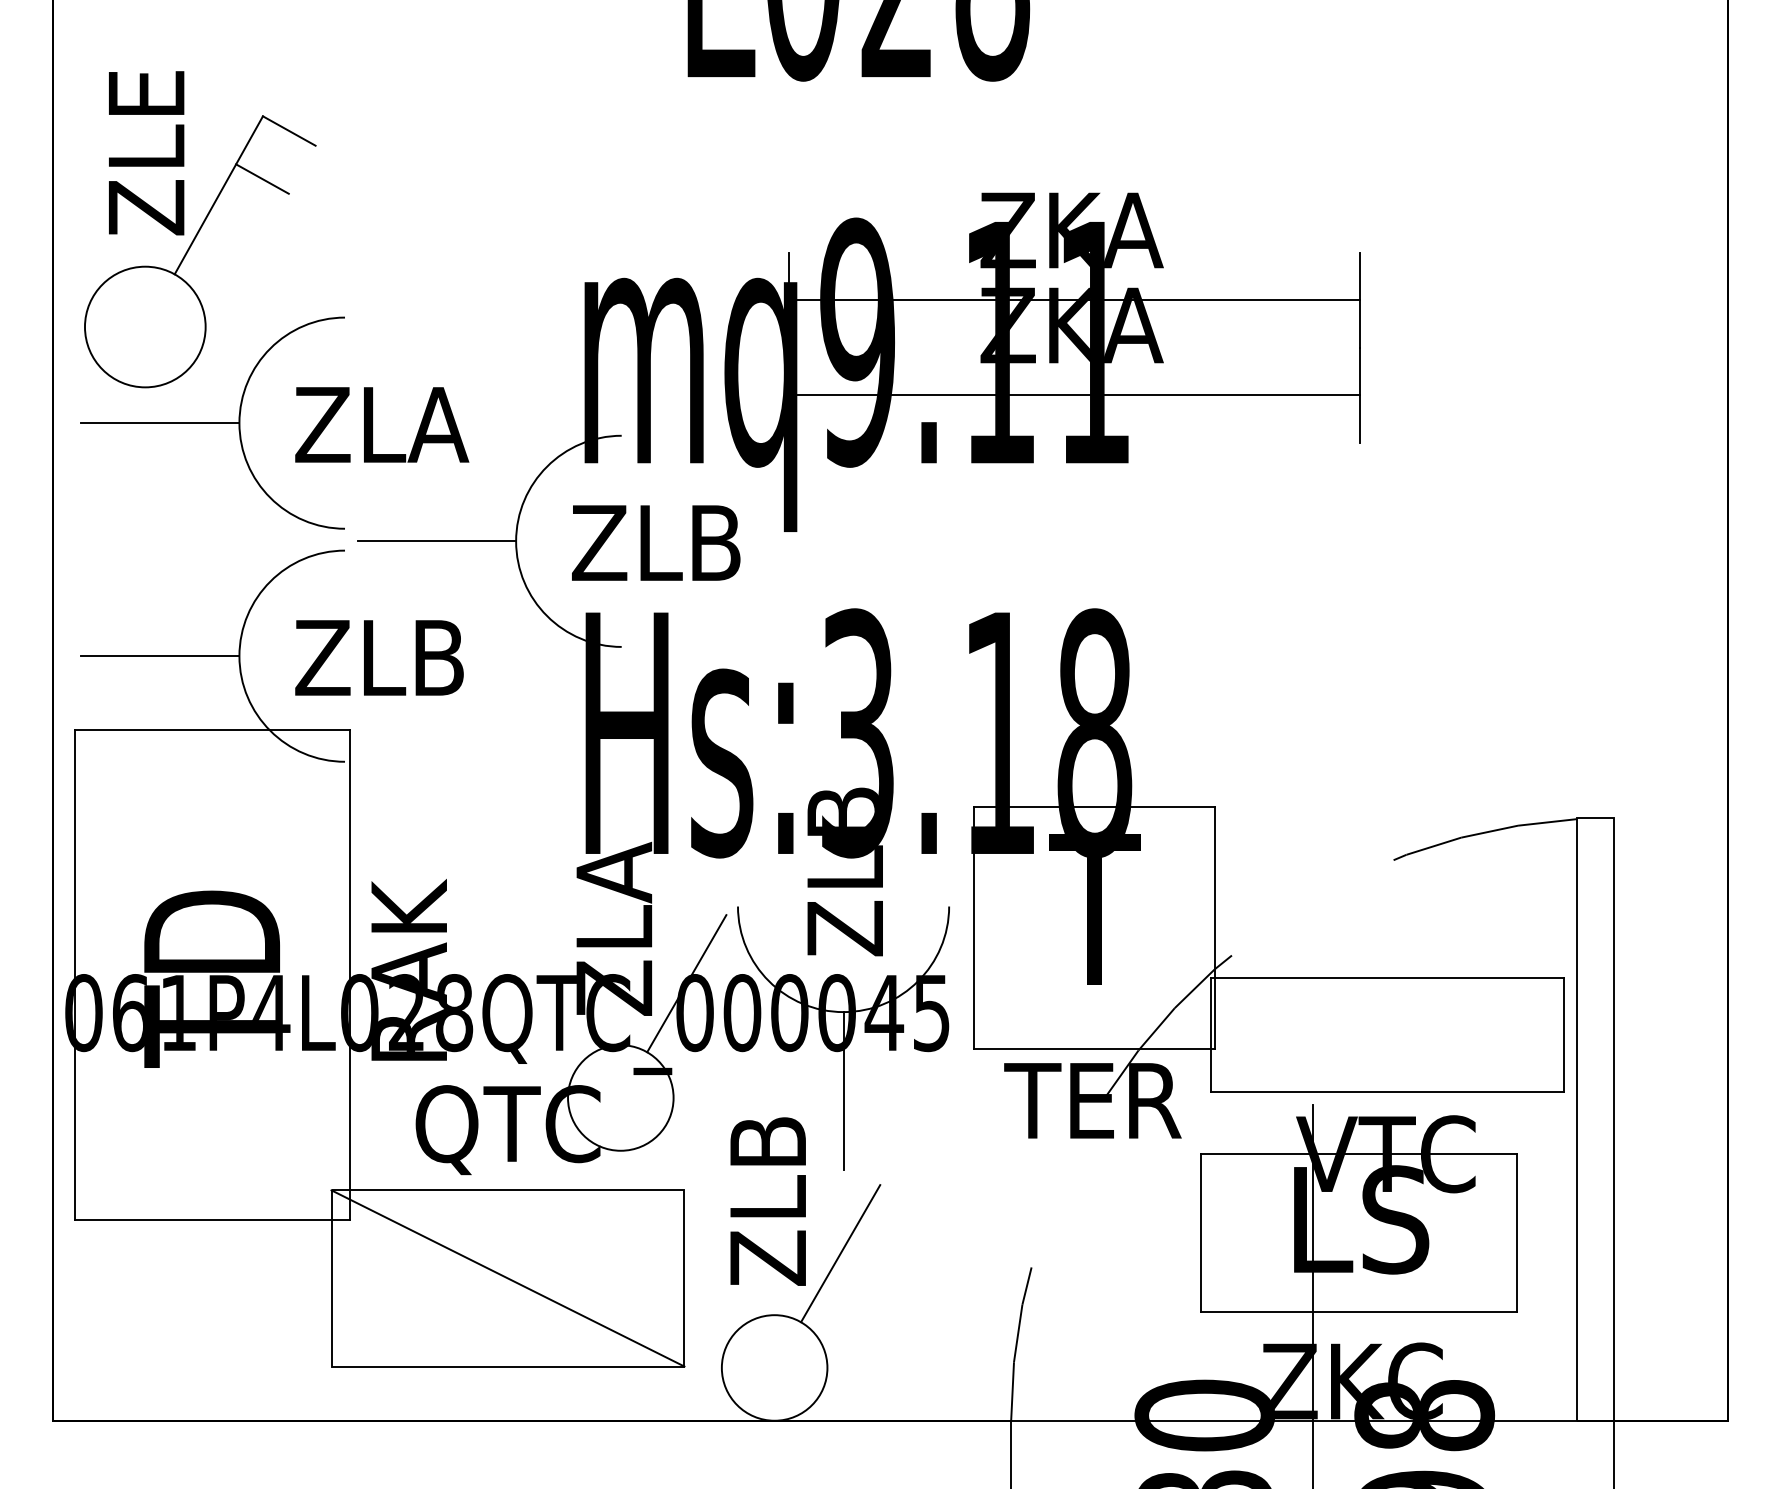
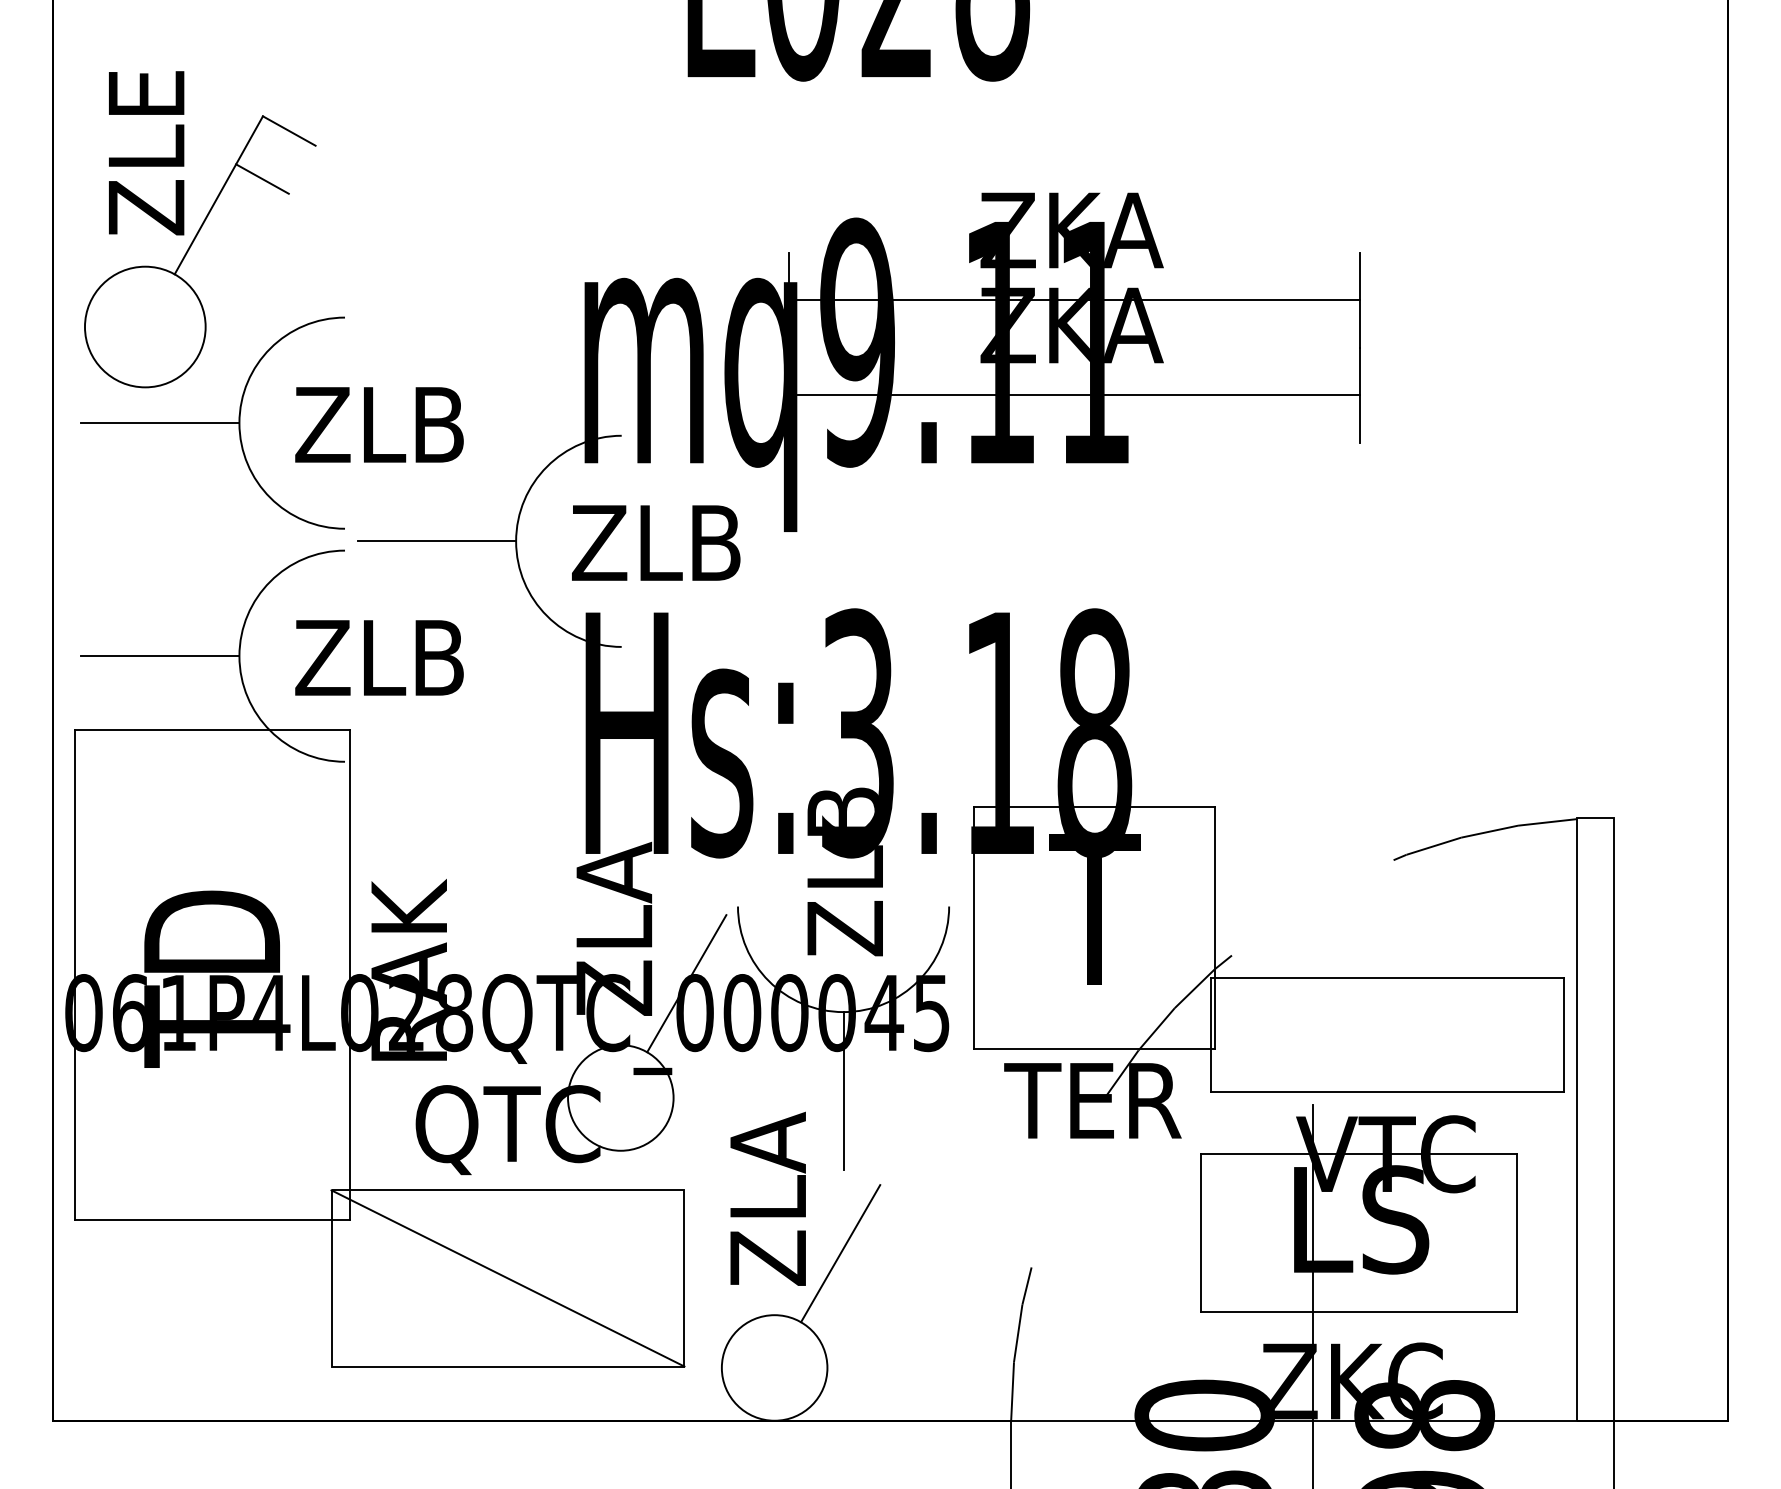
text at (438, 424): ZLA -> ZLB
text at (767, 1142): ZLB -> ZLA
